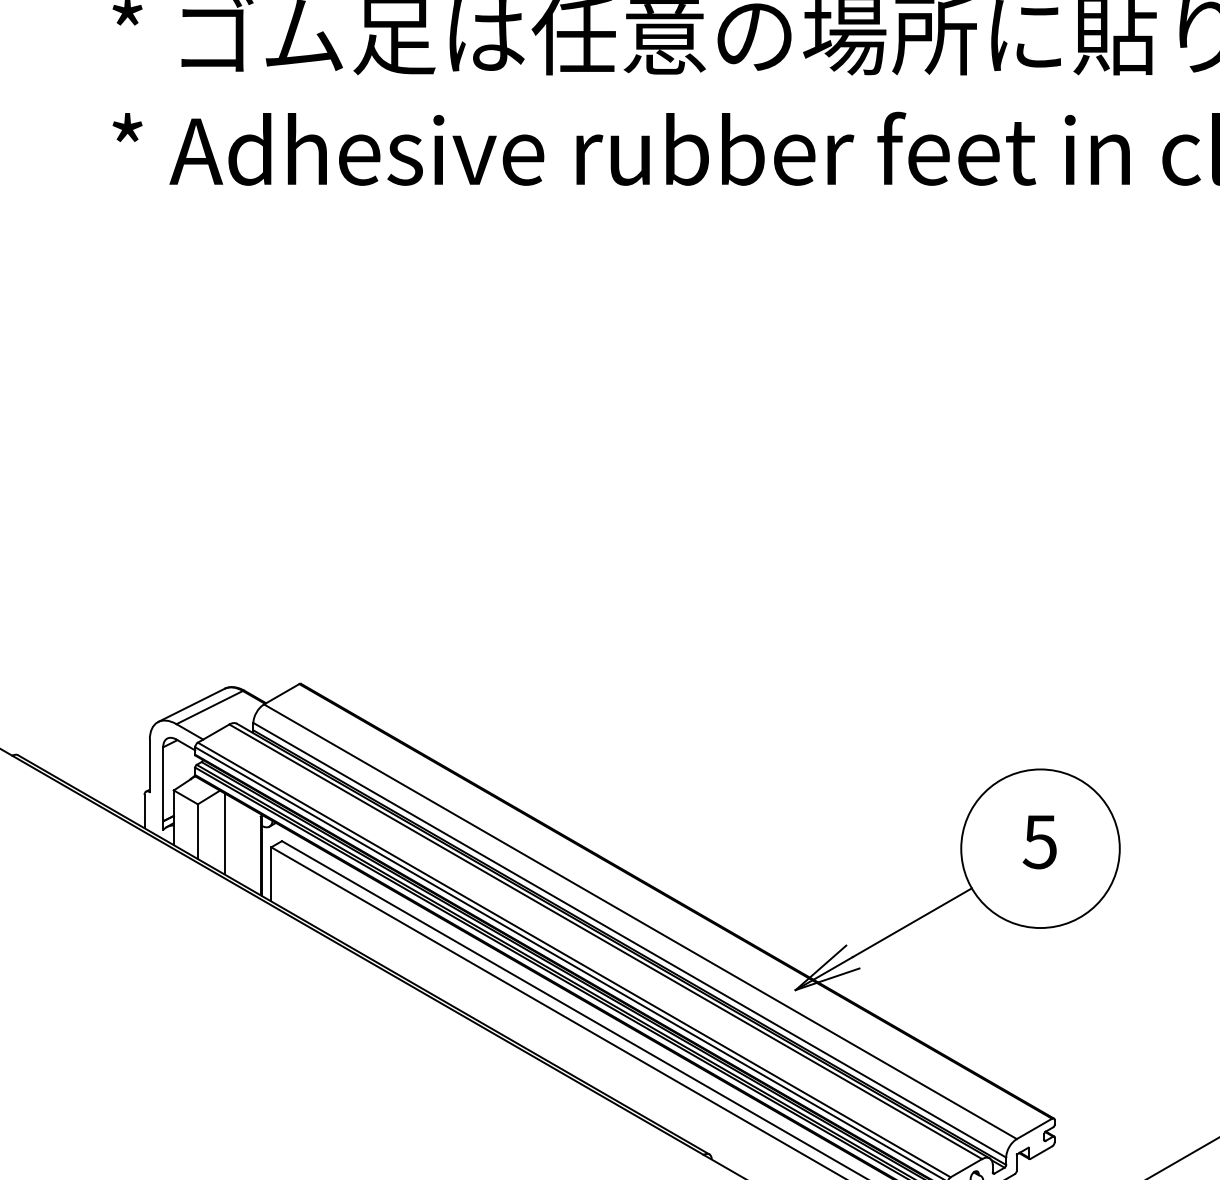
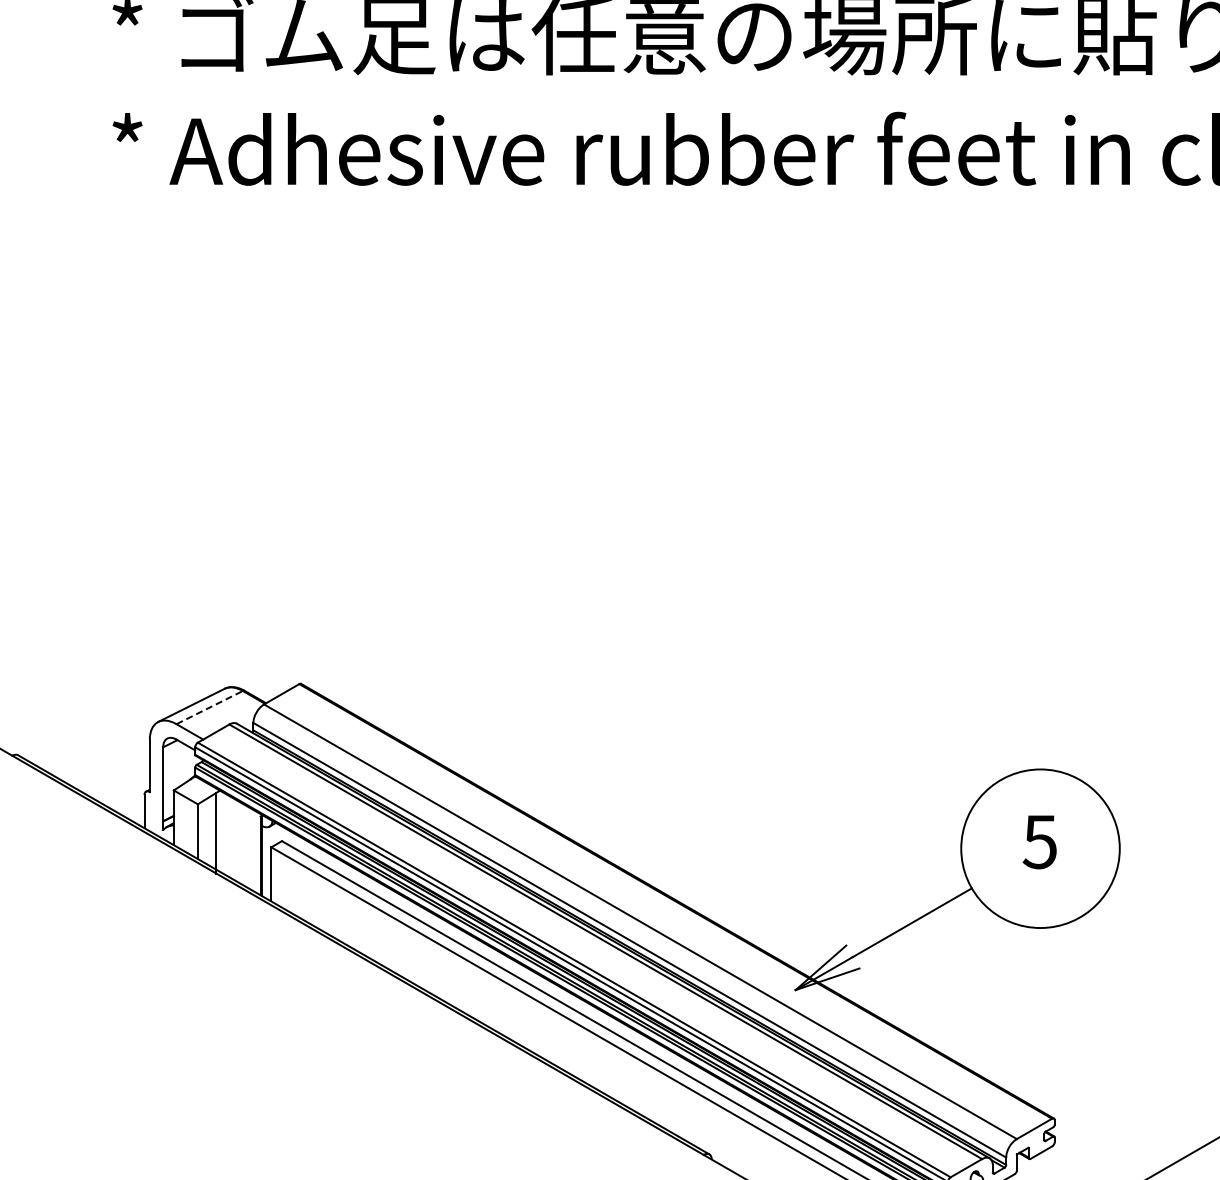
line at (210, 707): solid -> dashed
line at (224, 833) position: (224, 833) -> (215, 833)
